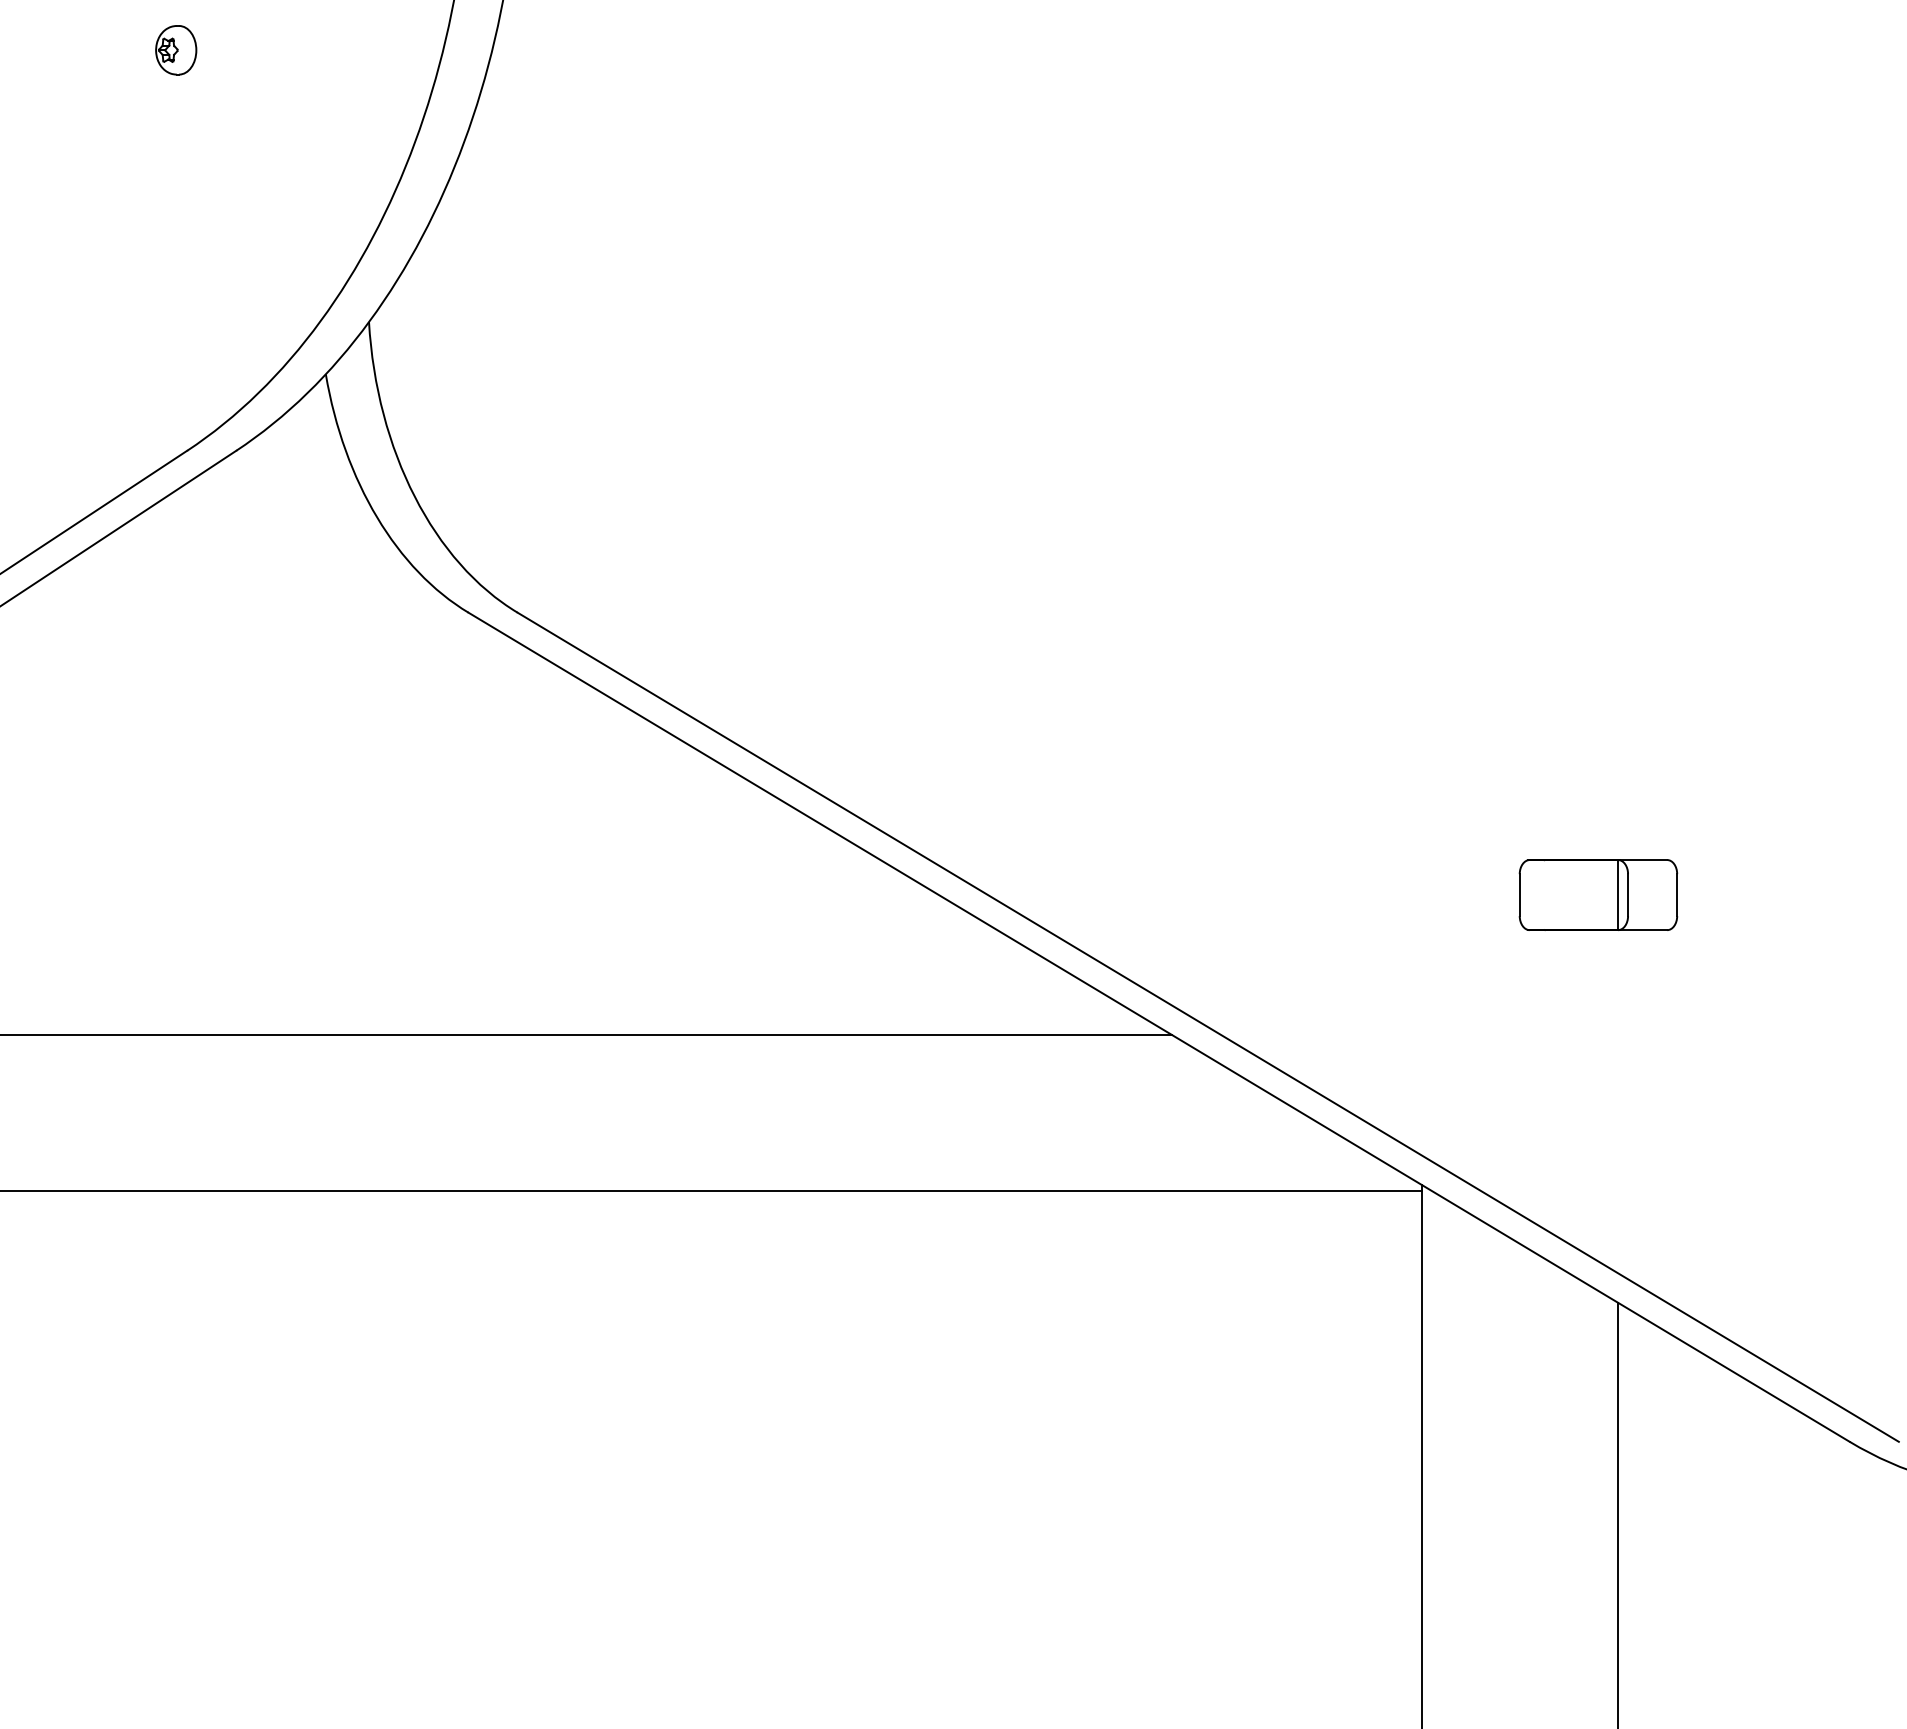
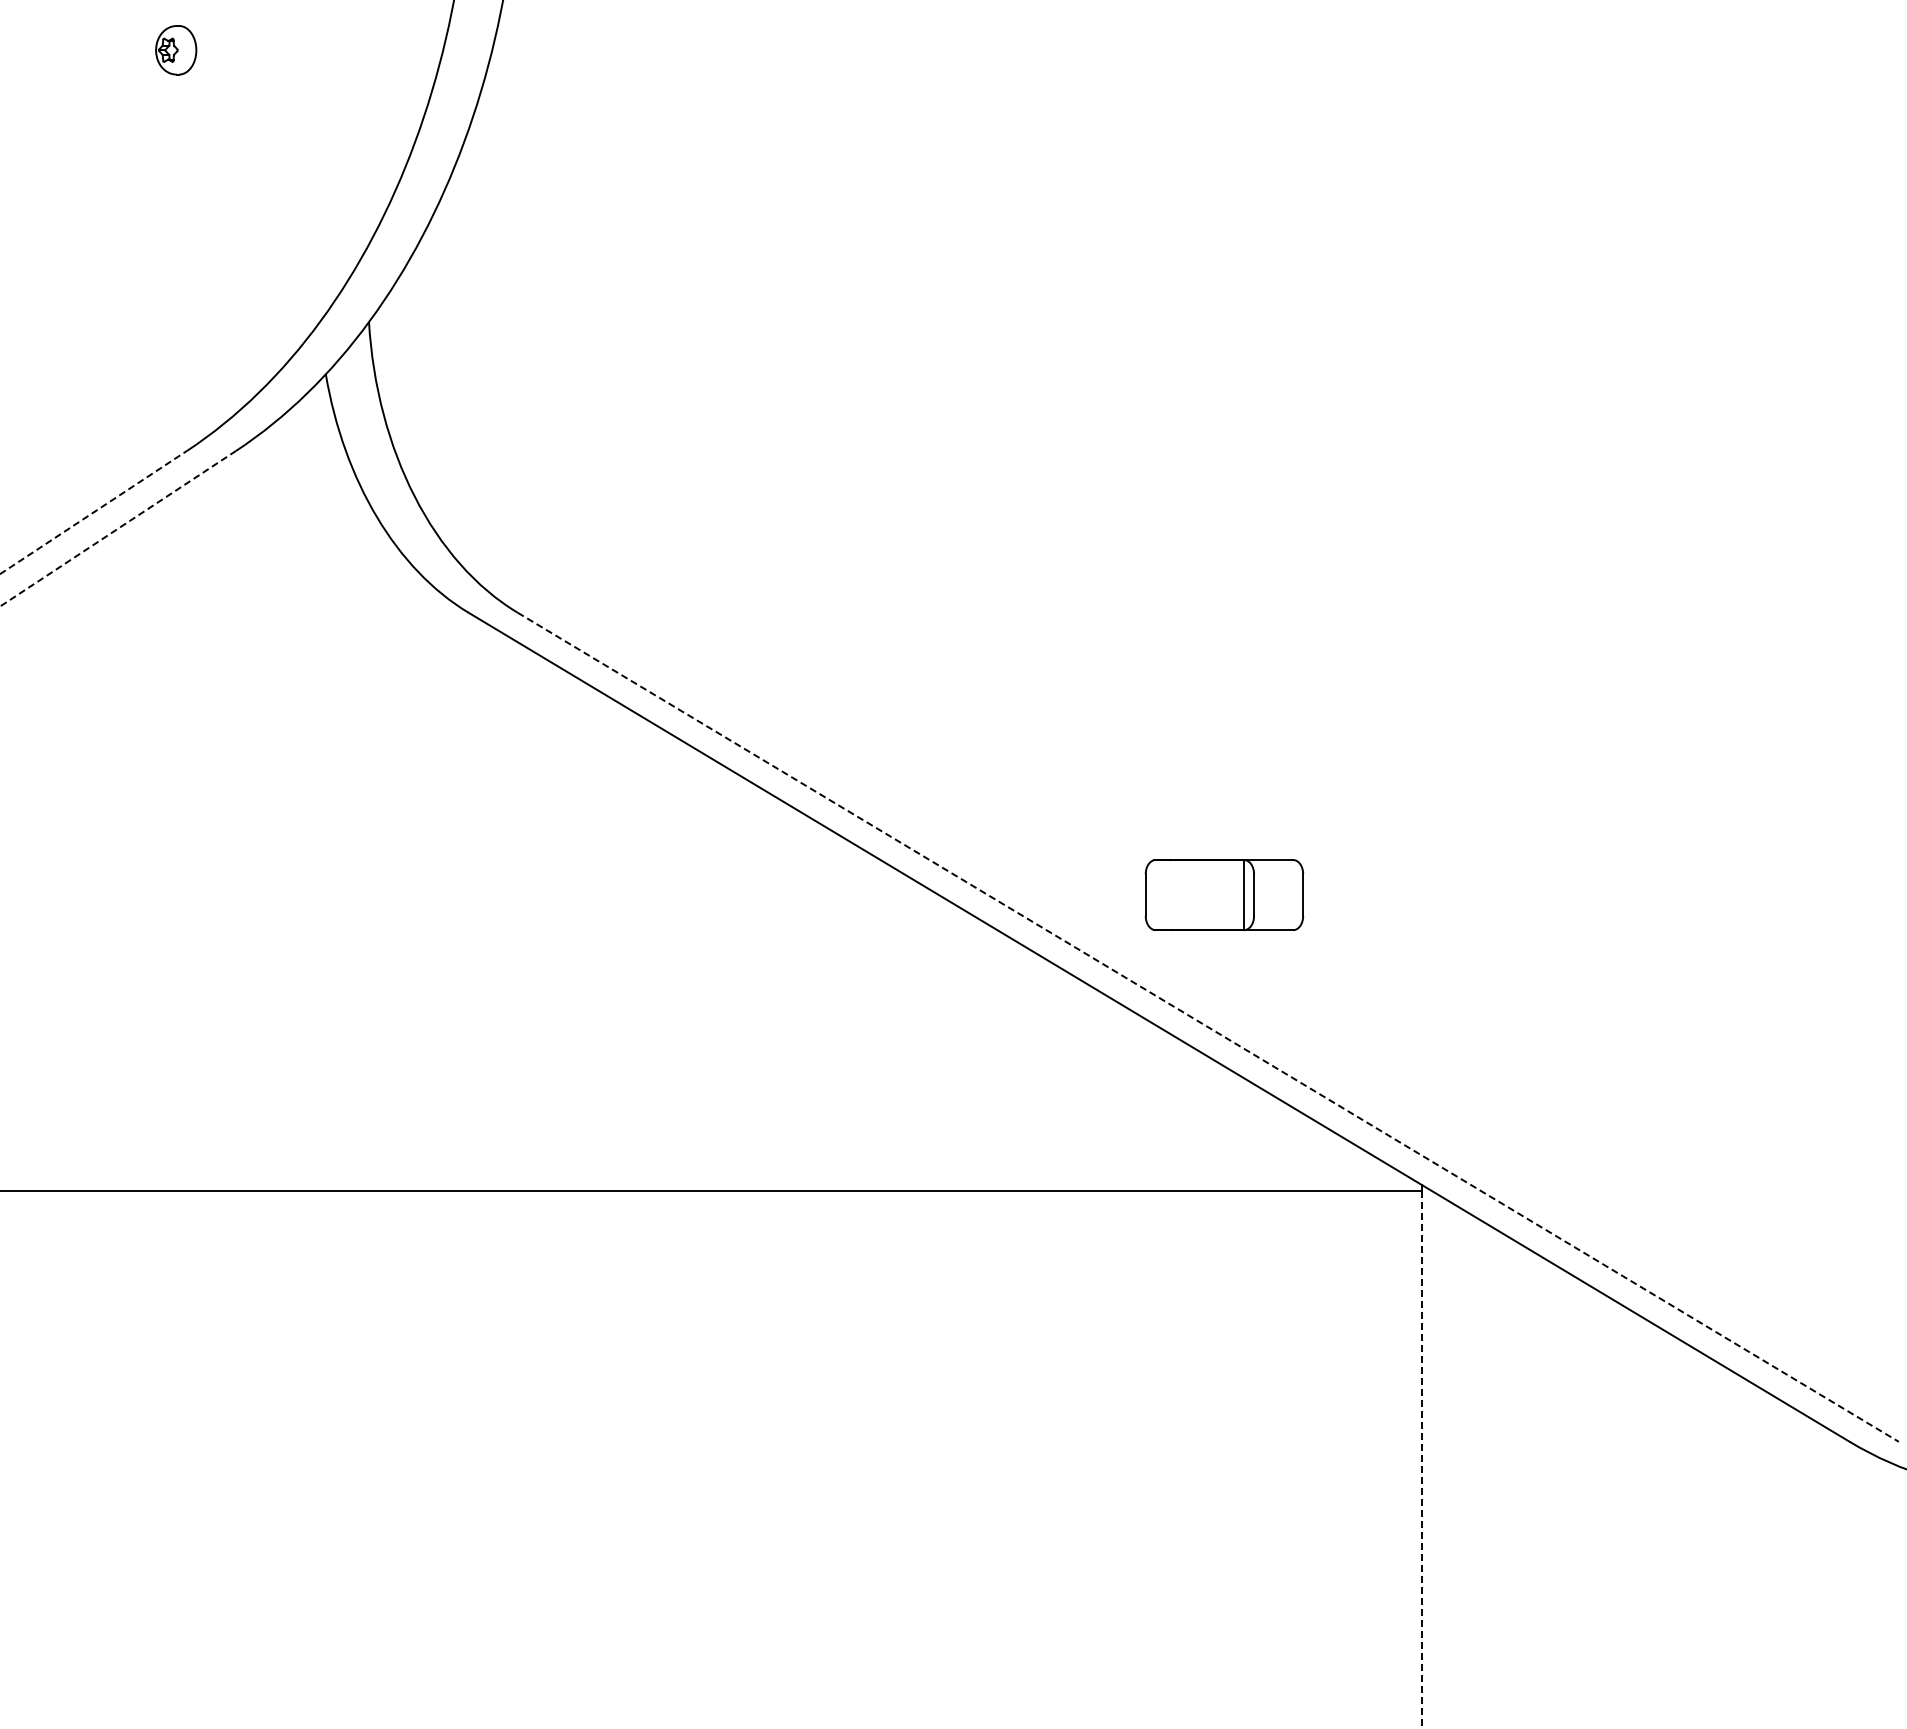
line at (93, 512): solid -> dashed
line at (117, 528): solid -> dashed
part at (1598, 894) position: (1598, 894) -> (1224, 894)
line at (1208, 1027): solid -> dashed
line at (586, 1034): present -> none
line at (1422, 1459): solid -> dashed
line at (1618, 1513): present -> none
